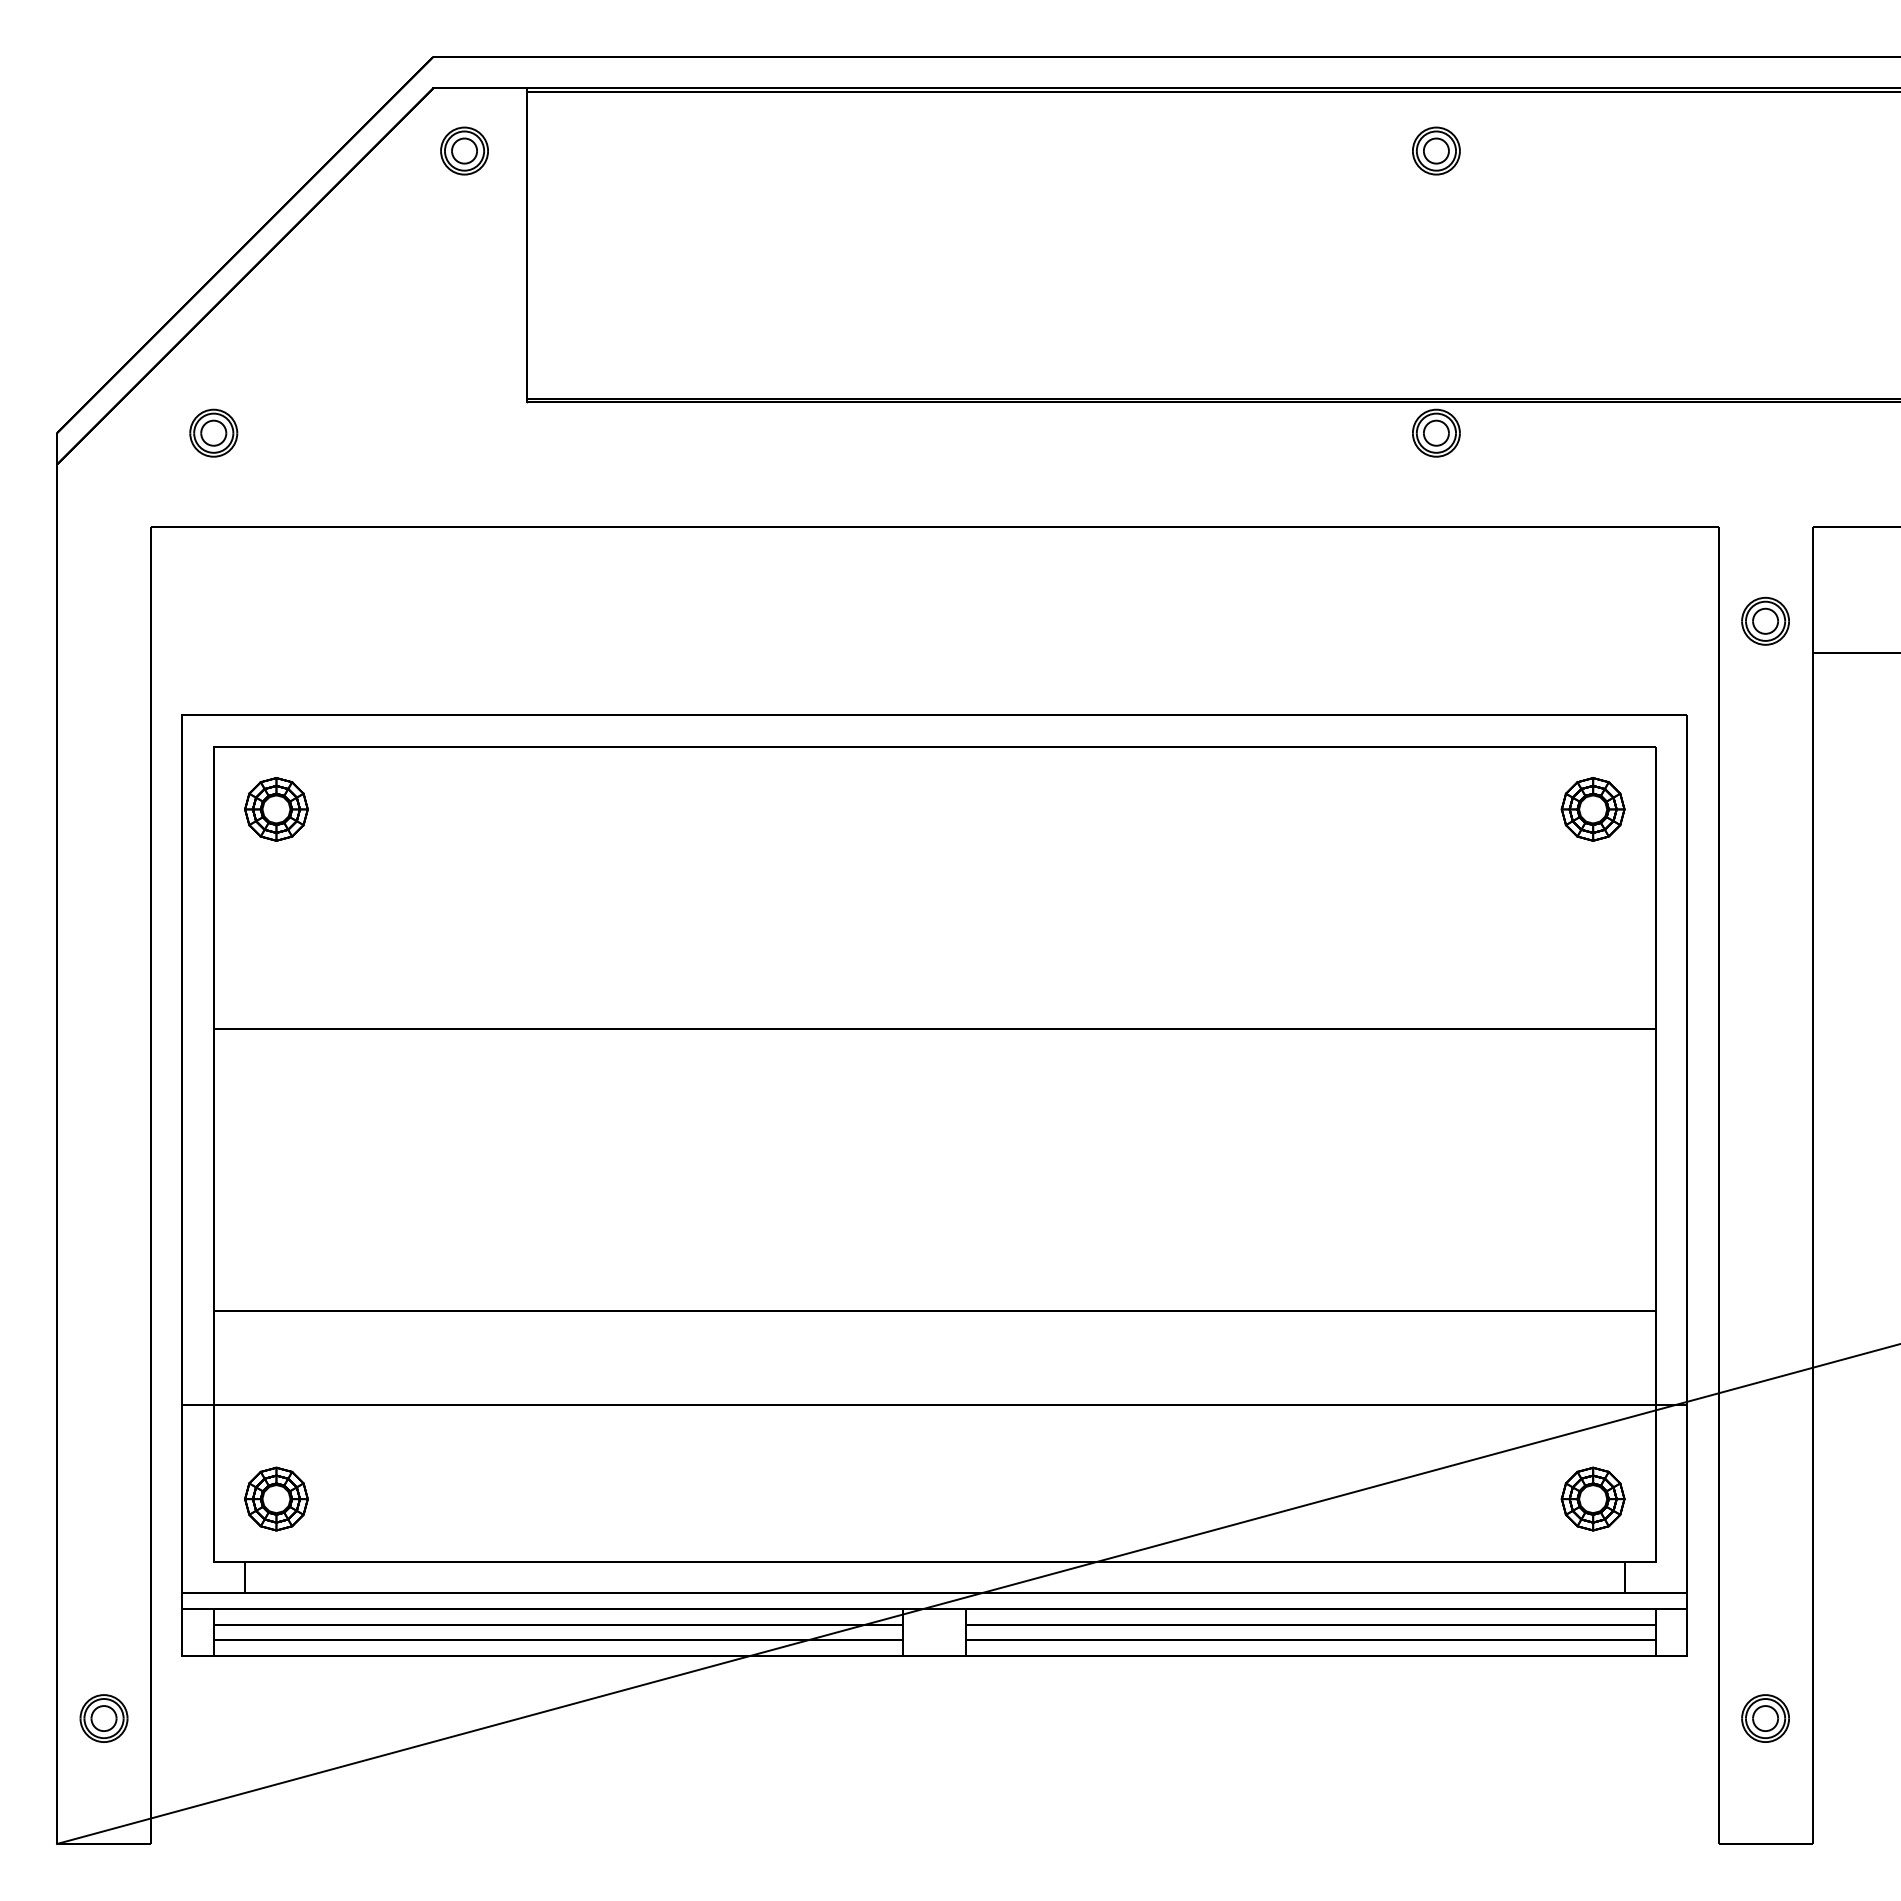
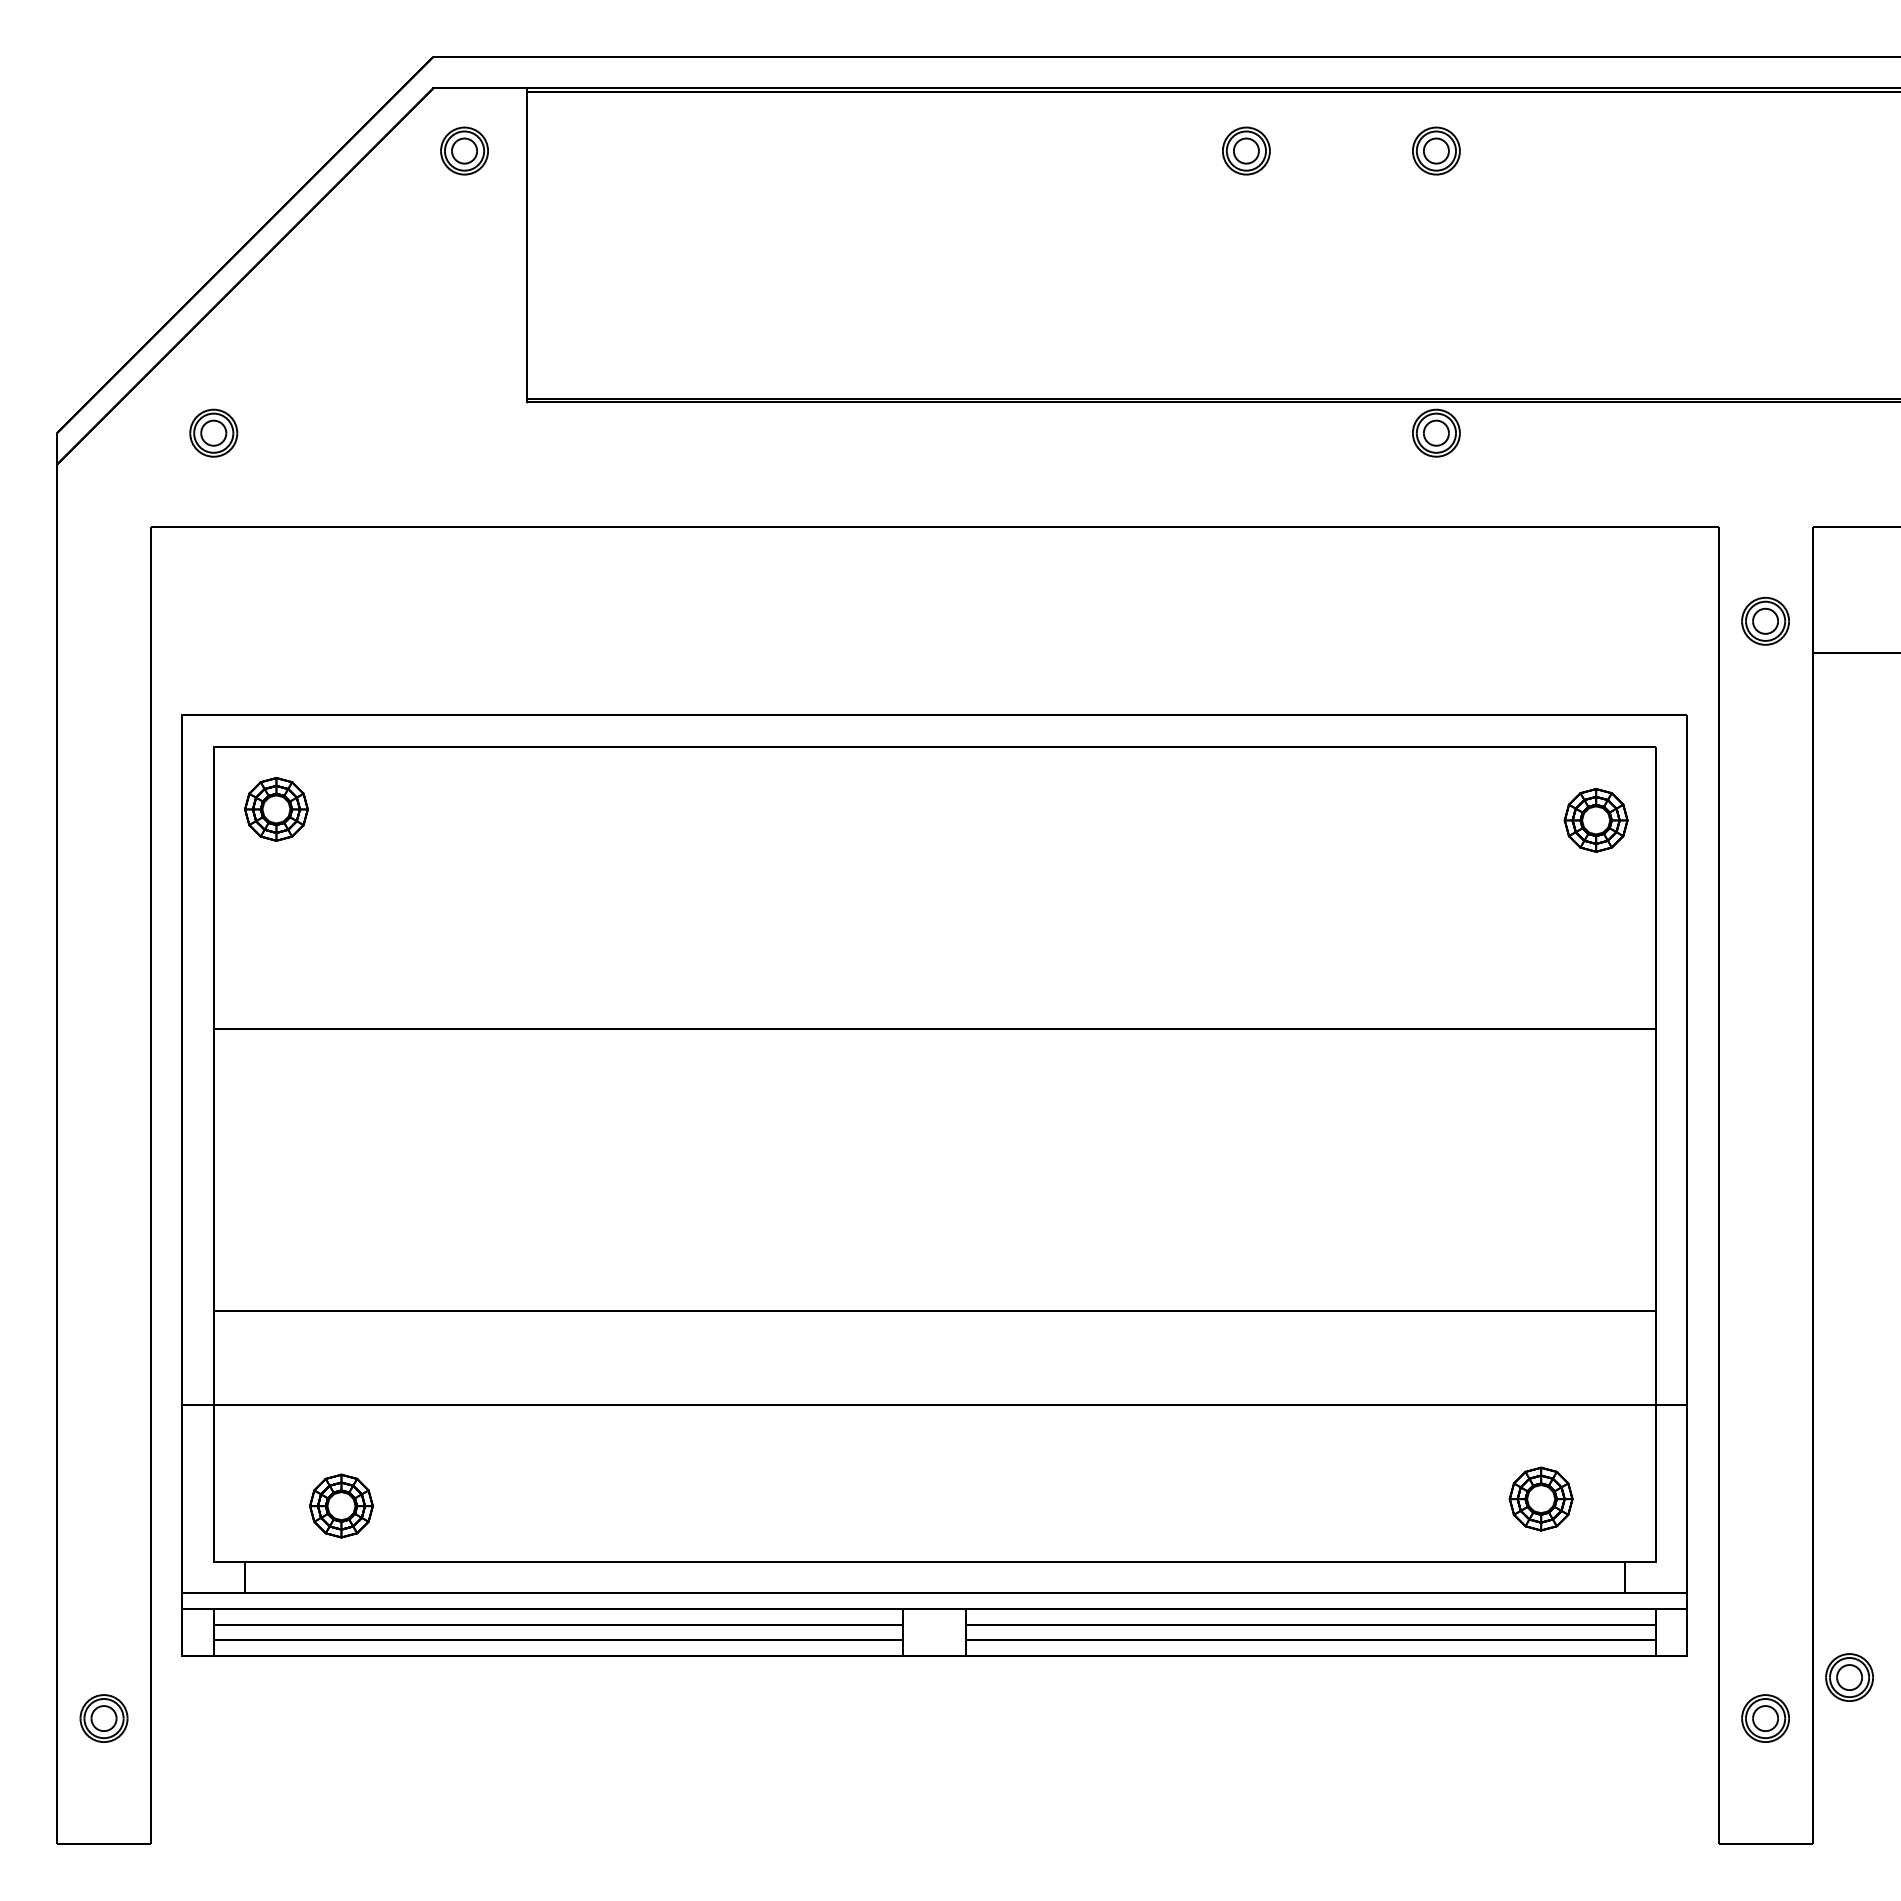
part at (1246, 150): none -> present
part at (1592, 809) position: (1592, 809) -> (1595, 820)
part at (276, 1498) position: (276, 1498) -> (341, 1505)
part at (1592, 1498) position: (1592, 1498) -> (1540, 1498)
line at (977, 1593): present -> none
part at (1849, 1677): none -> present
